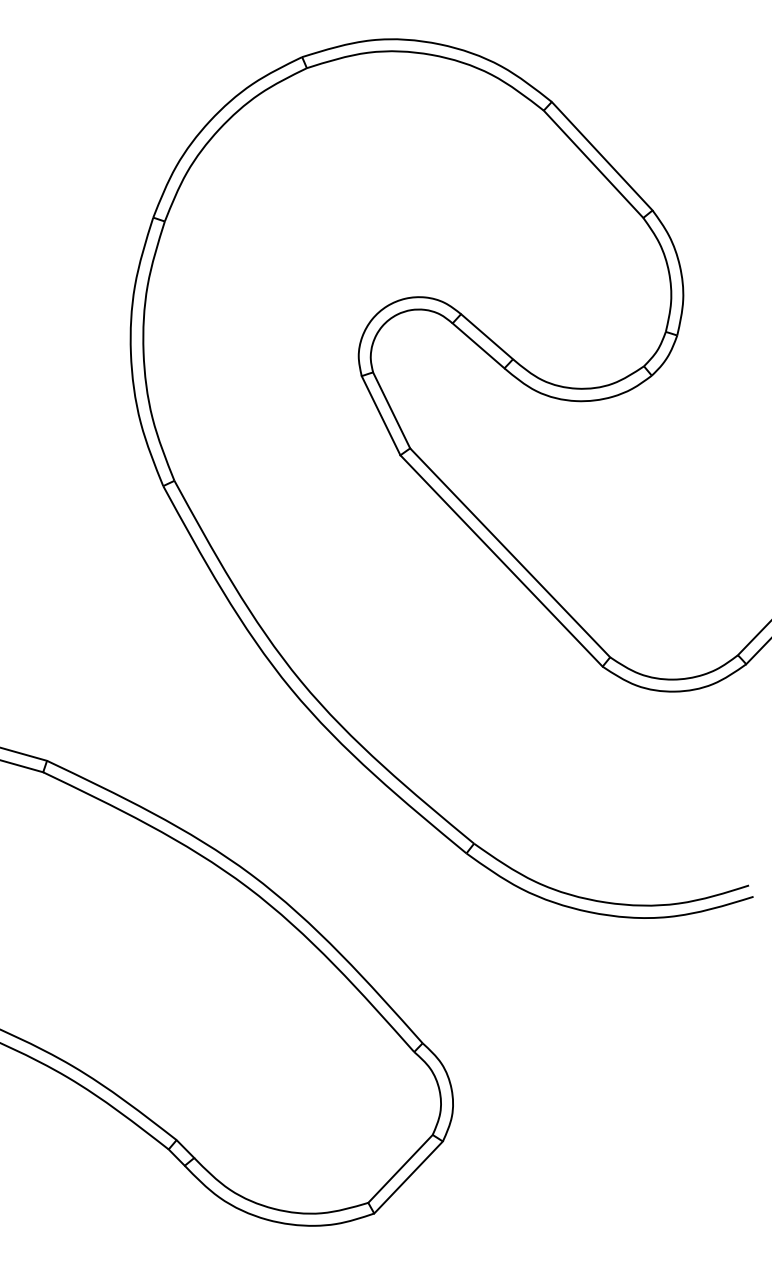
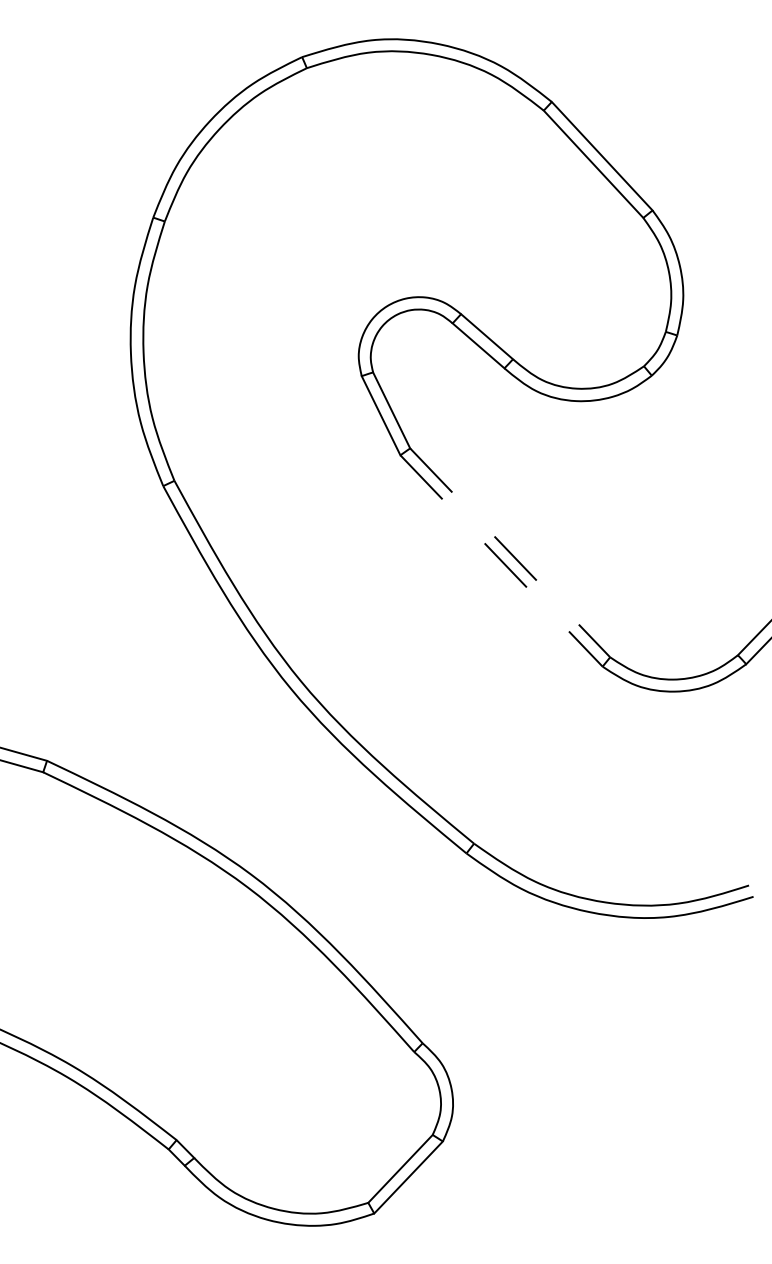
line at (510, 552): solid -> dashed
line at (501, 561): solid -> dashed
